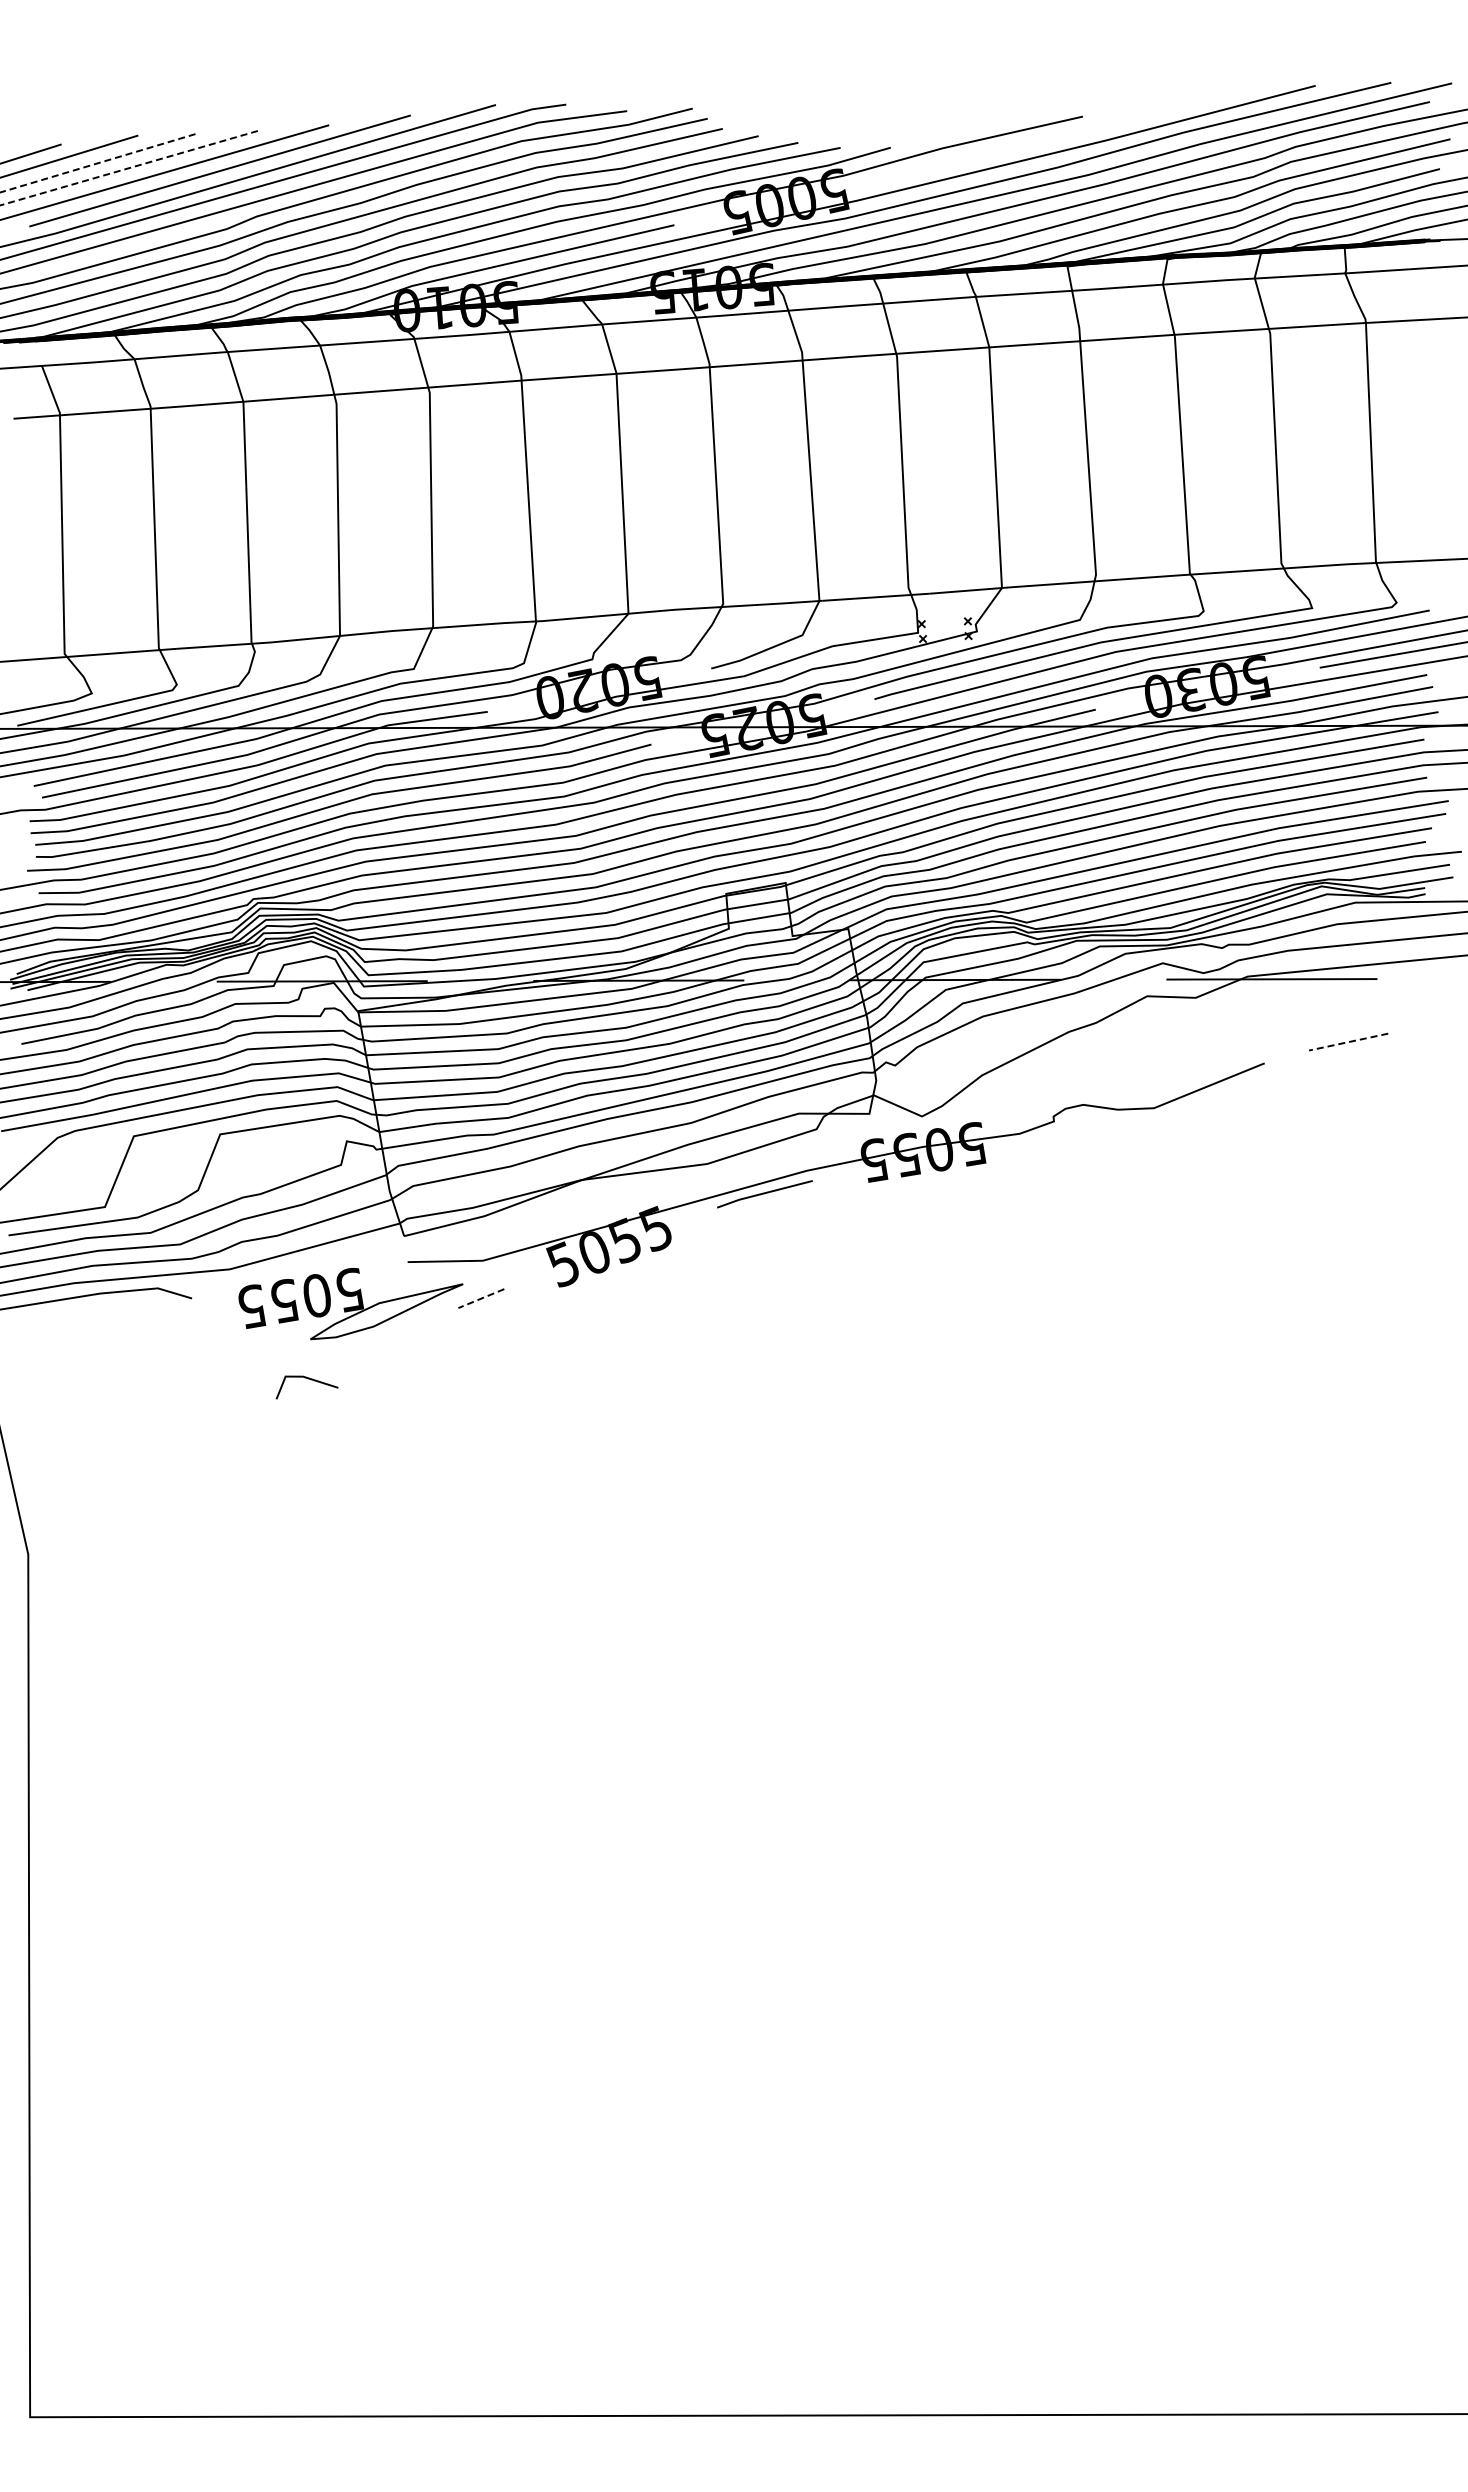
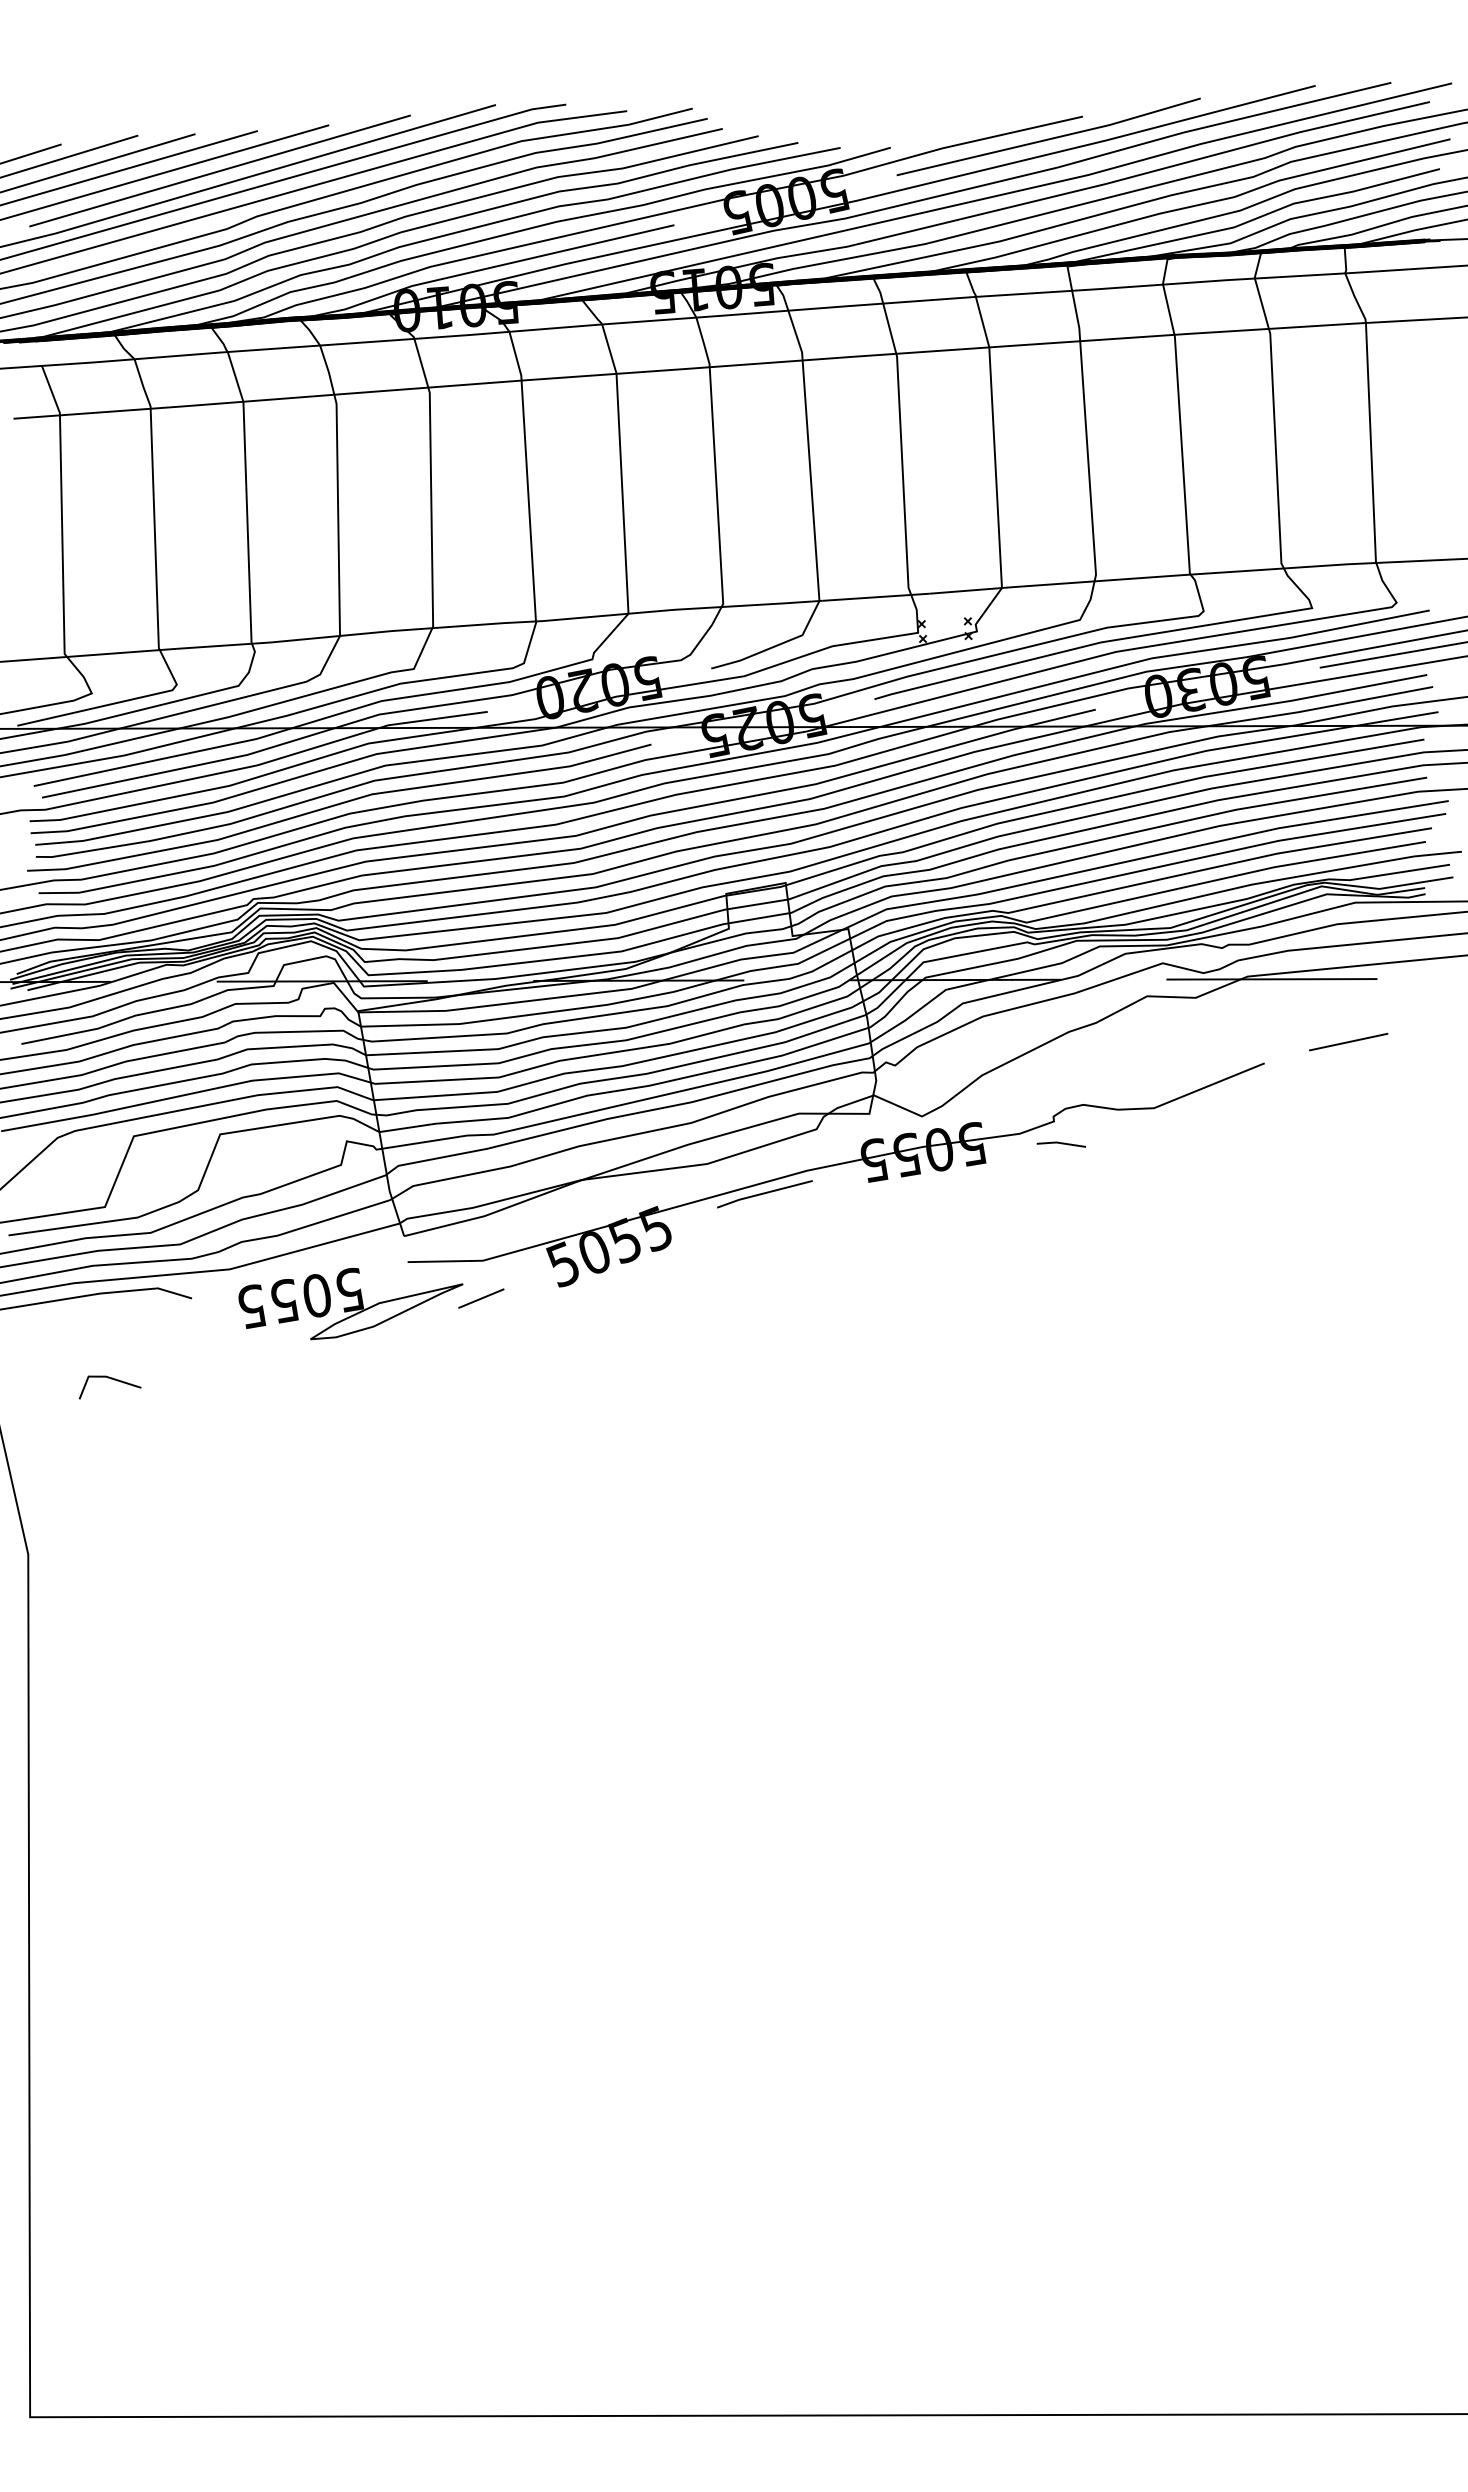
line at (1048, 138): none -> present
line at (97, 163): dashed -> solid
line at (129, 168): dashed -> solid
line at (1348, 1042): dashed -> solid
line at (1061, 1144): none -> present
line at (481, 1298): dashed -> solid
line at (308, 1379) position: (308, 1379) -> (111, 1379)
